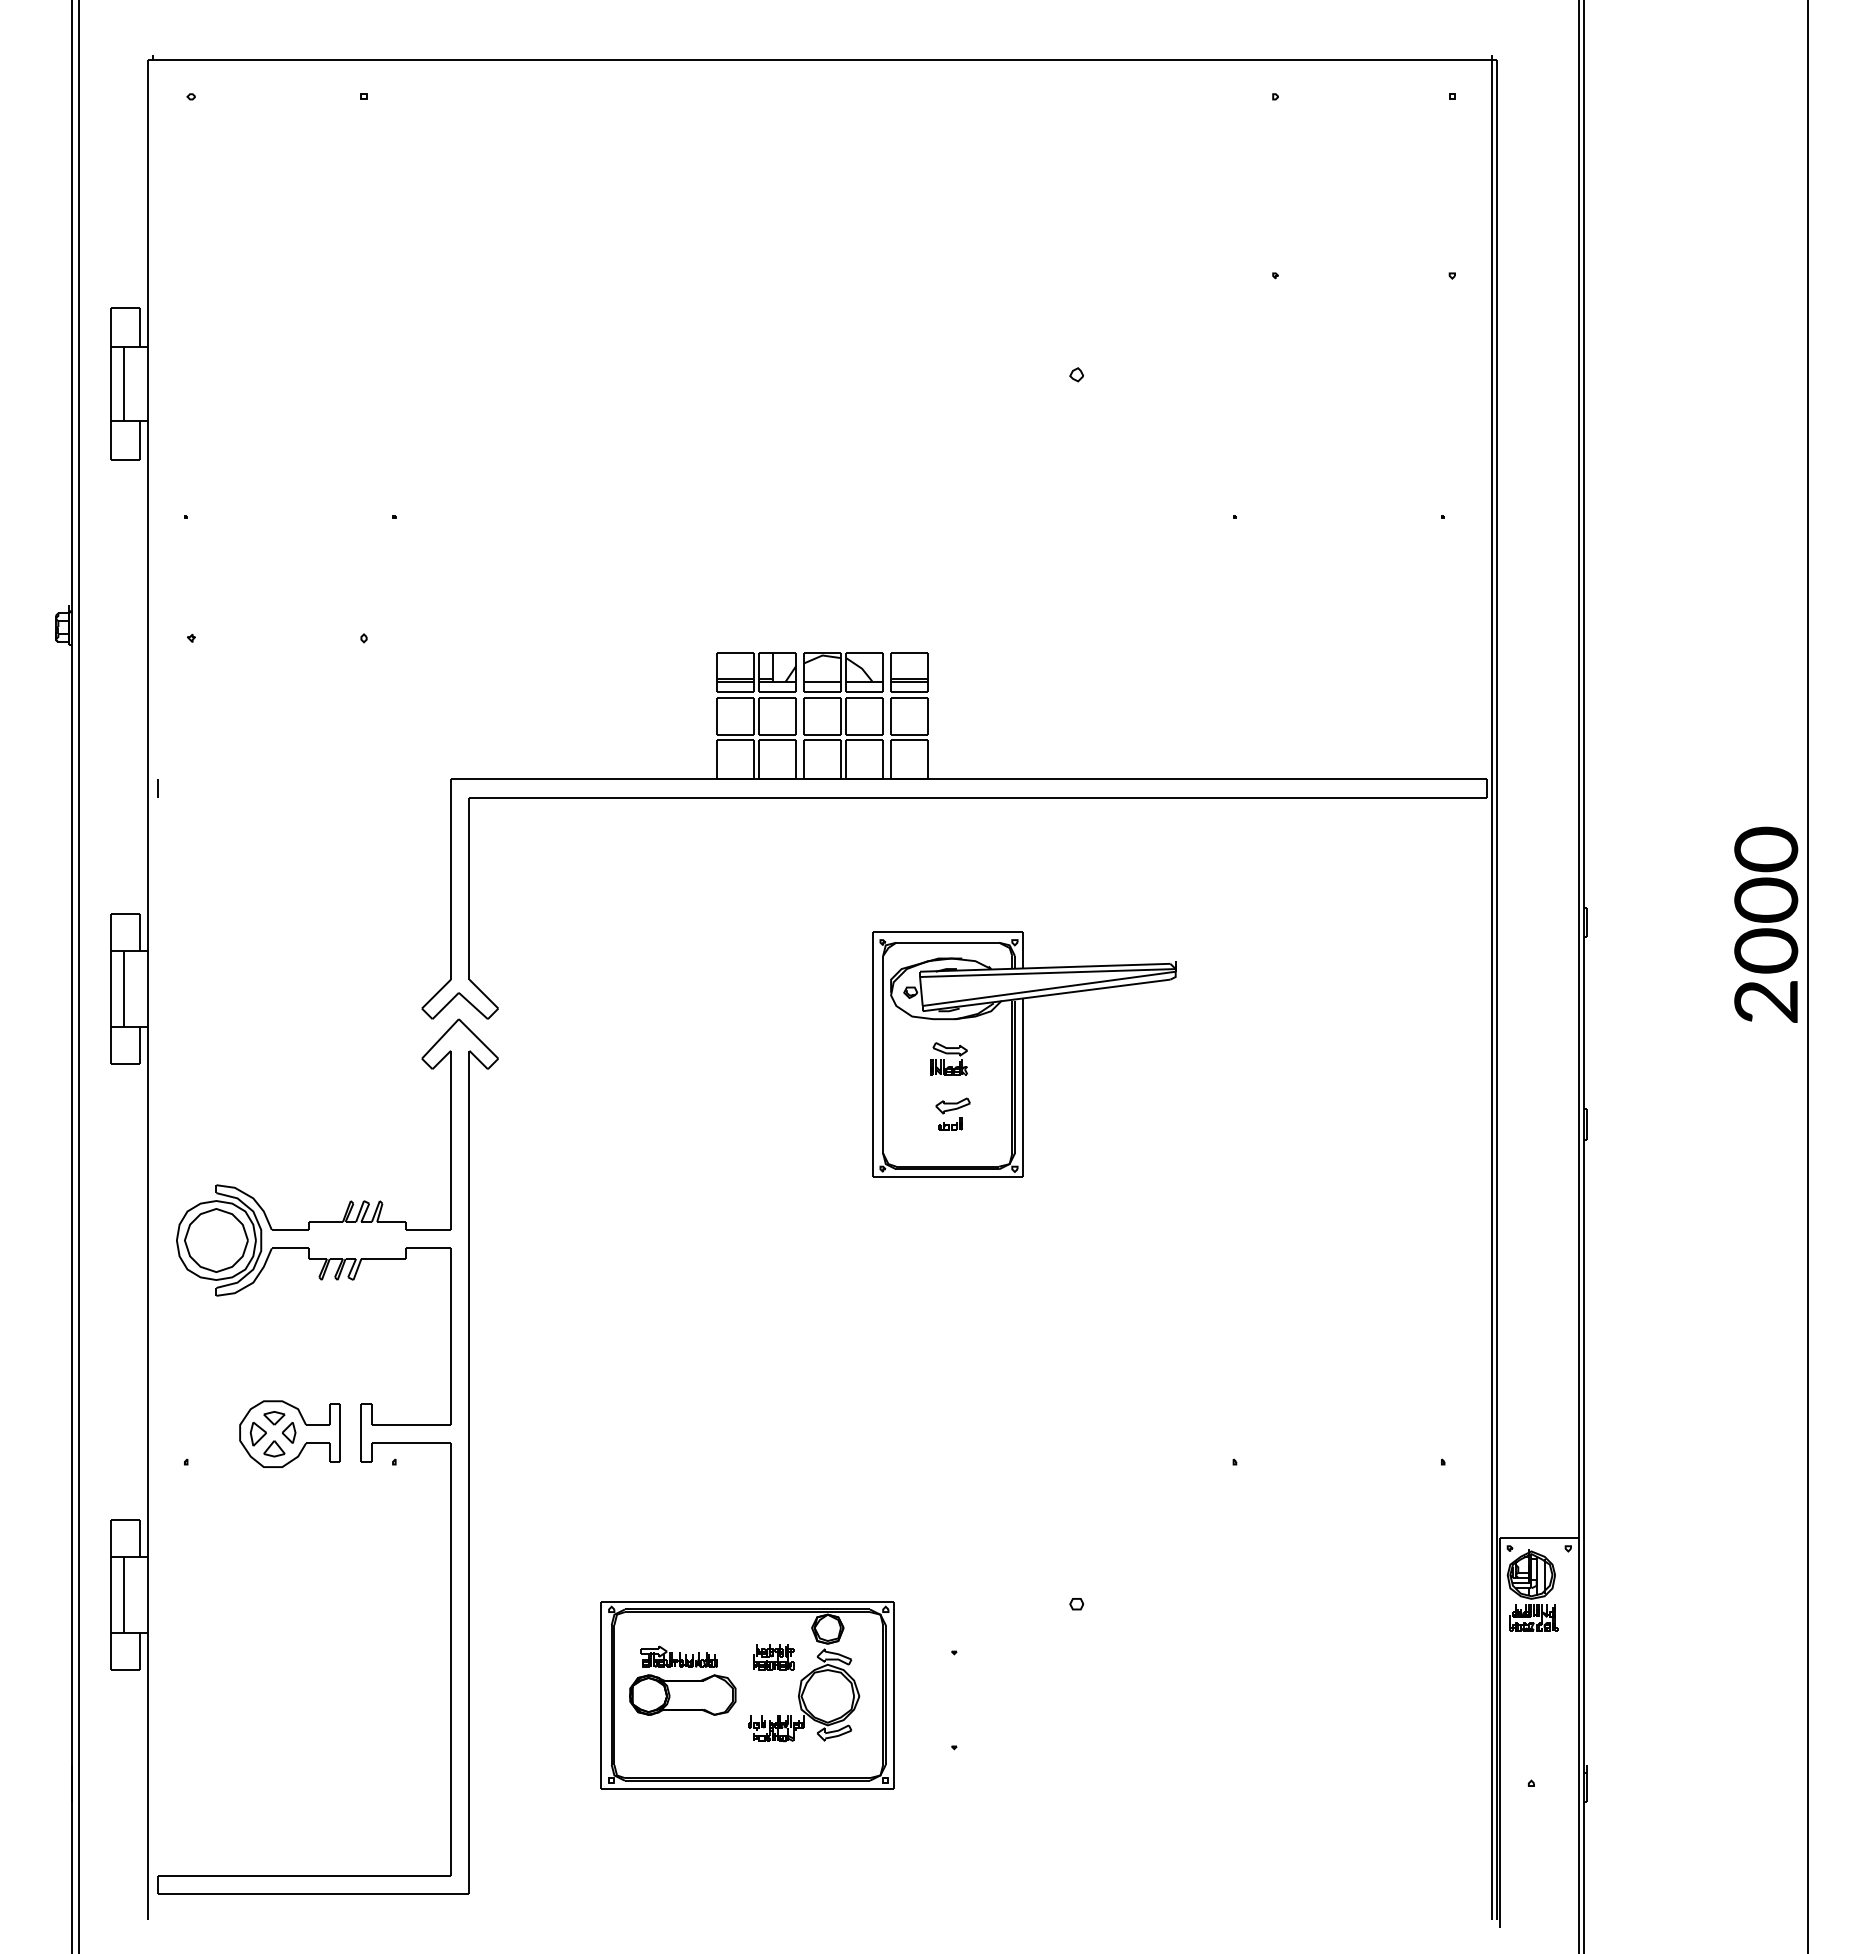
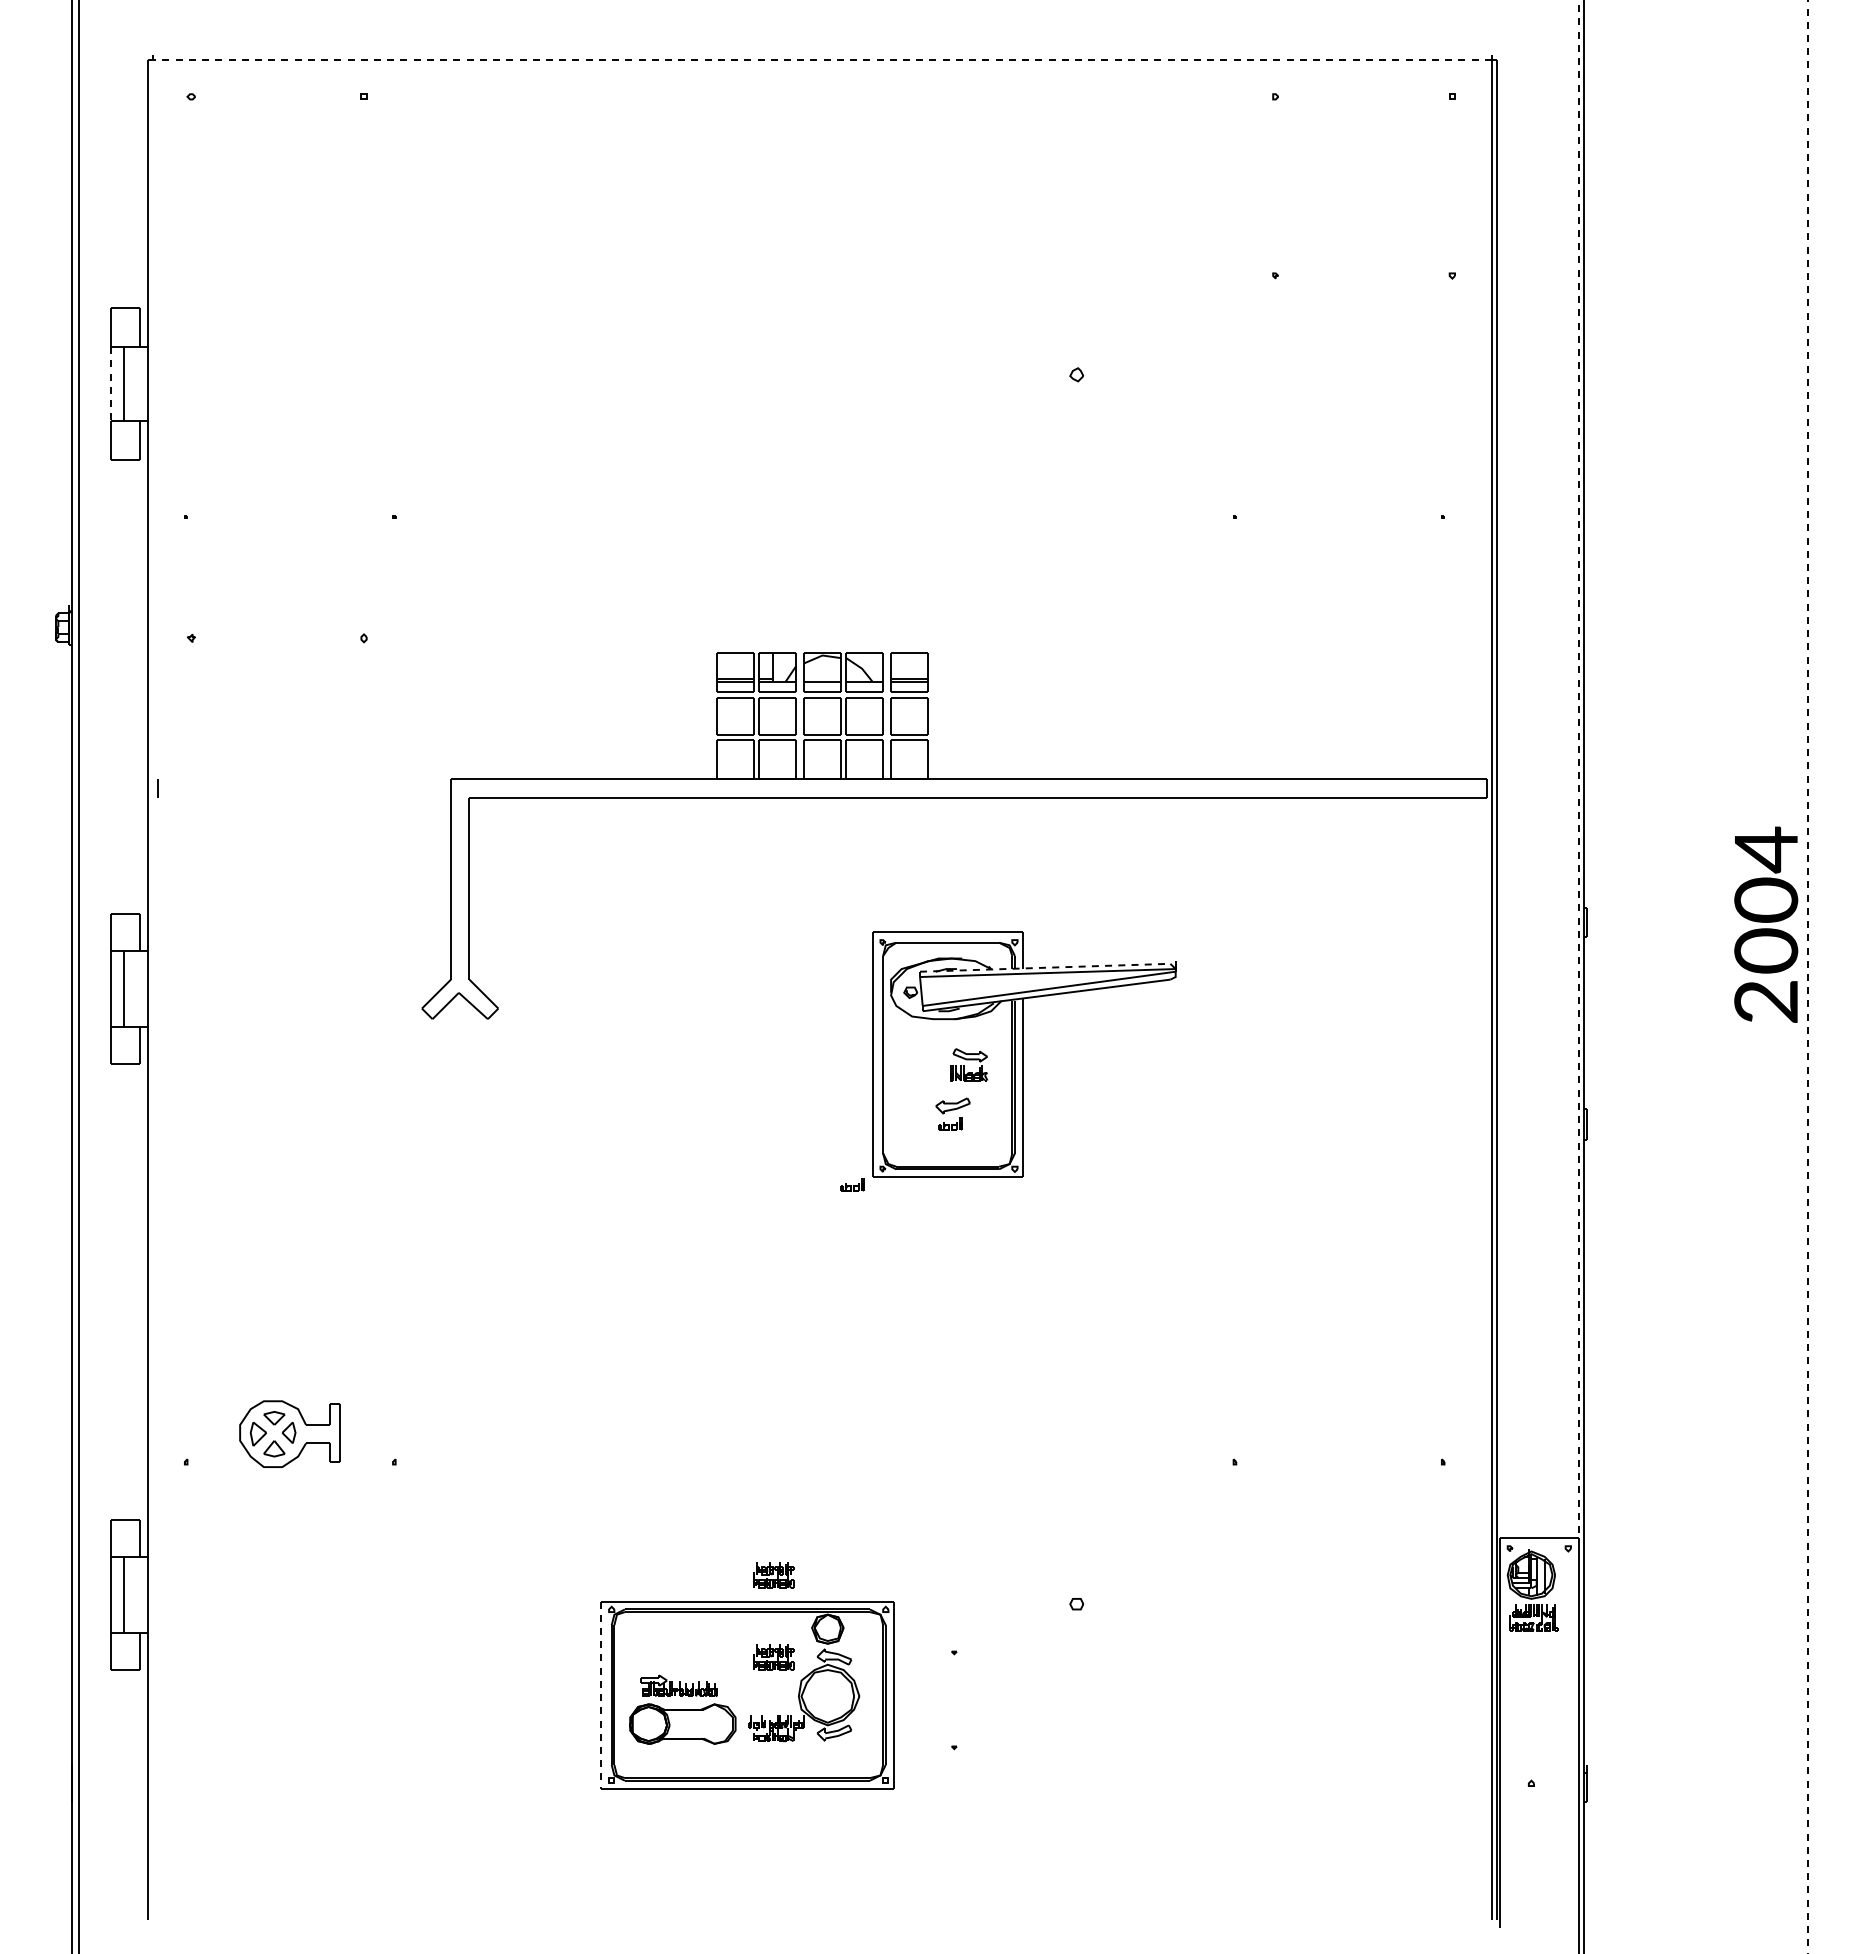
line at (822, 59): solid -> dashed
line at (111, 384): solid -> dashed
line at (1578, 769): solid -> dashed
text at (1766, 849): 2000 -> 2004
line at (1045, 967): solid -> dashed
line at (1808, 976): solid -> dashed
part at (948, 1058) position: (948, 1058) -> (968, 1064)
part at (852, 1184): none -> present
part at (360, 1456): present -> none
part at (773, 1575): none -> present
part at (682, 1680) position: (682, 1680) -> (682, 1709)
line at (601, 1695): solid -> dashed
